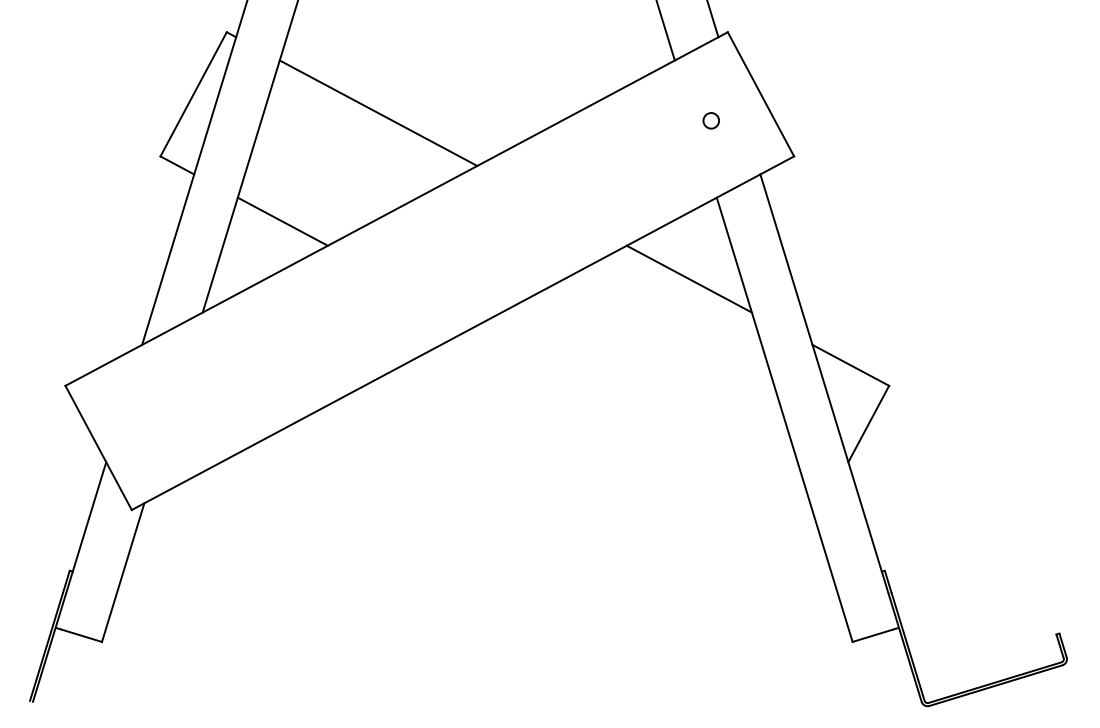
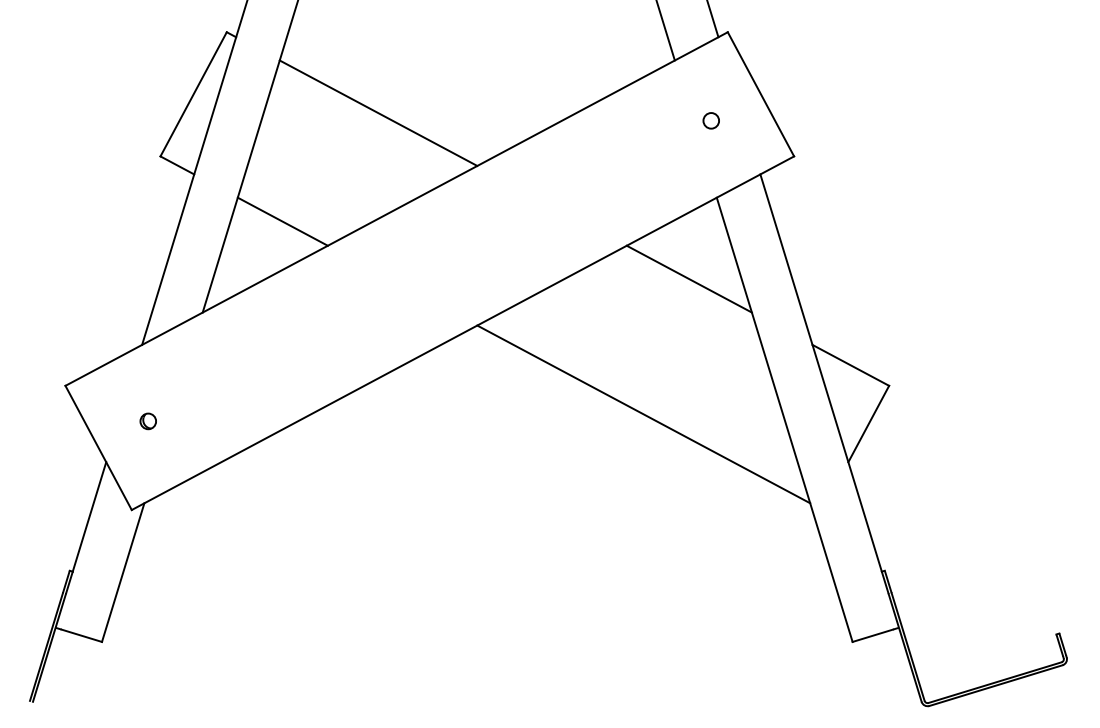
line at (643, 414): none -> present
part at (147, 421): none -> present
